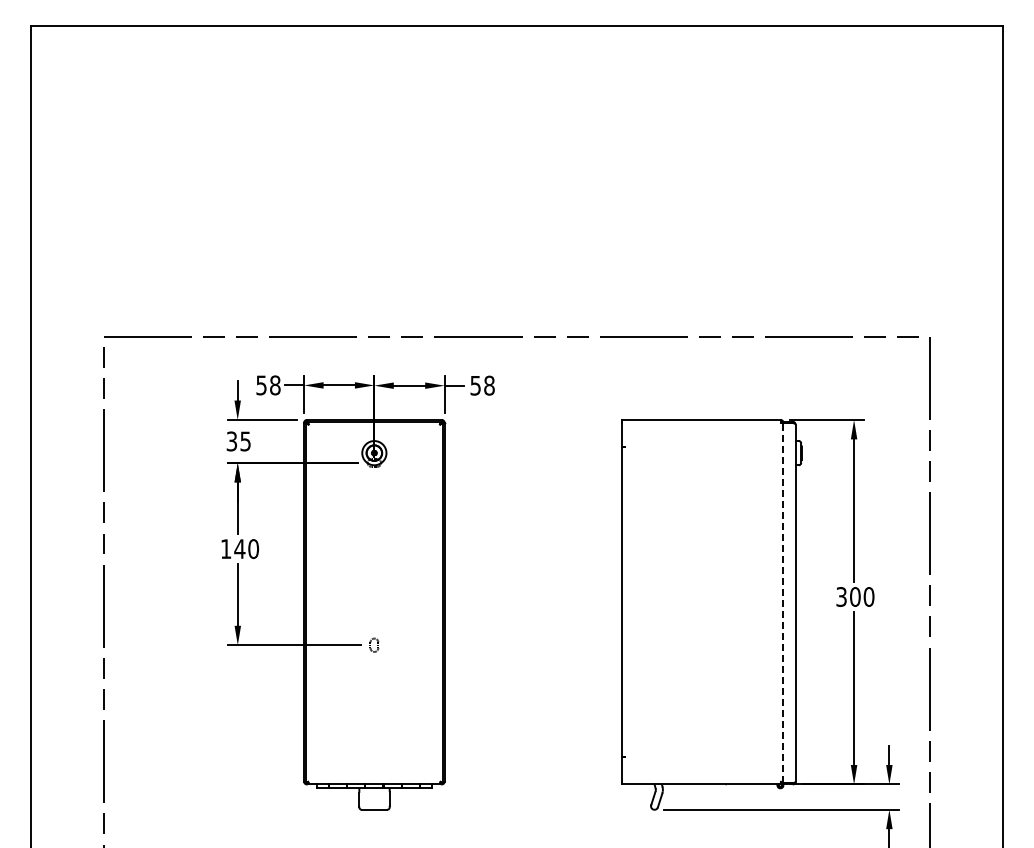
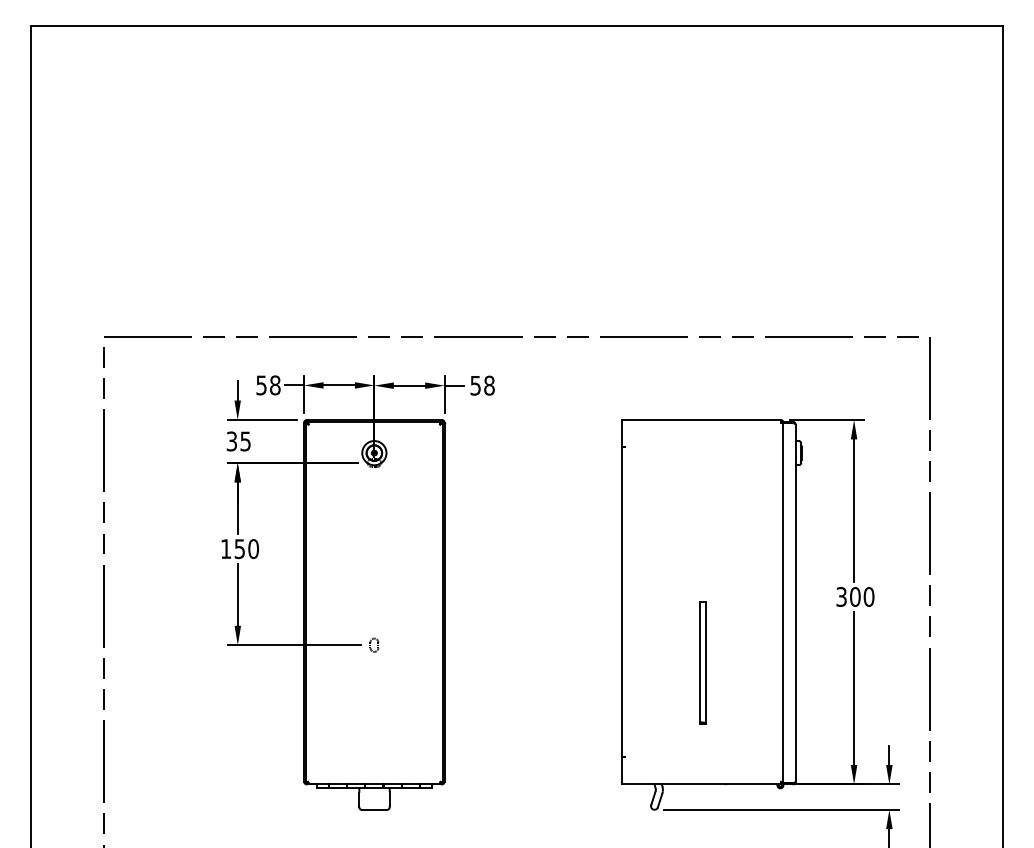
text at (239, 549): 140 -> 150
line at (783, 602): dashed -> solid
part at (702, 662): none -> present
